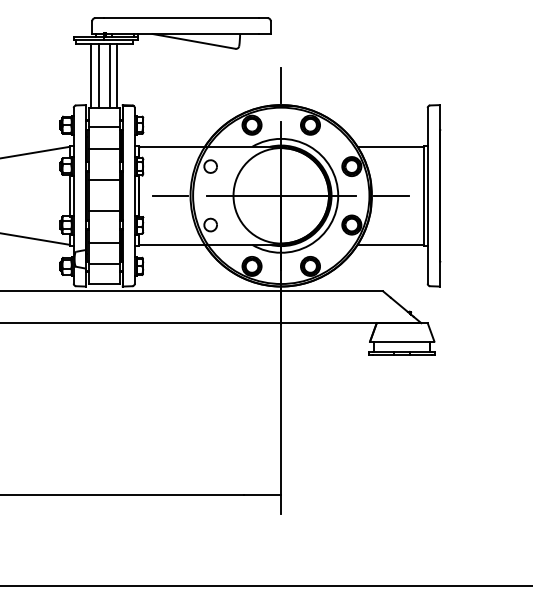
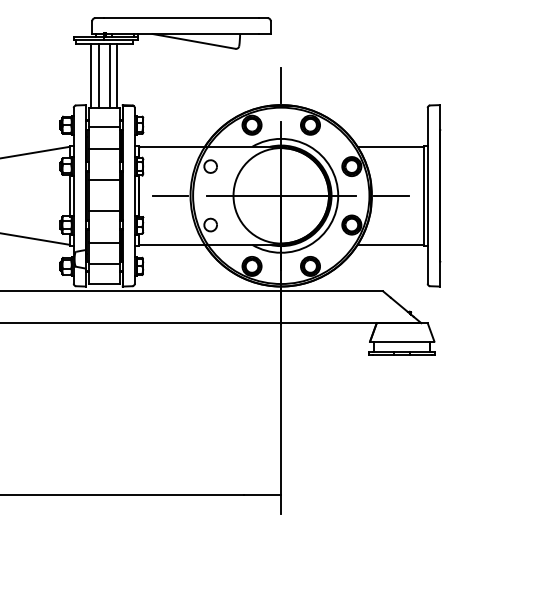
line at (265, 585): present -> none
